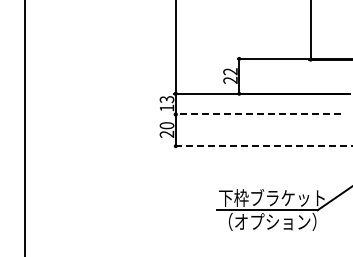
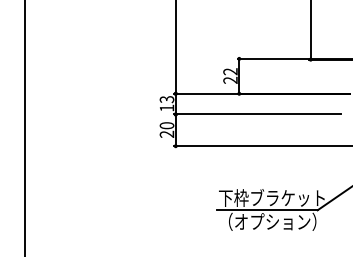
line at (257, 114): dashed -> solid
line at (263, 146): dashed -> solid
